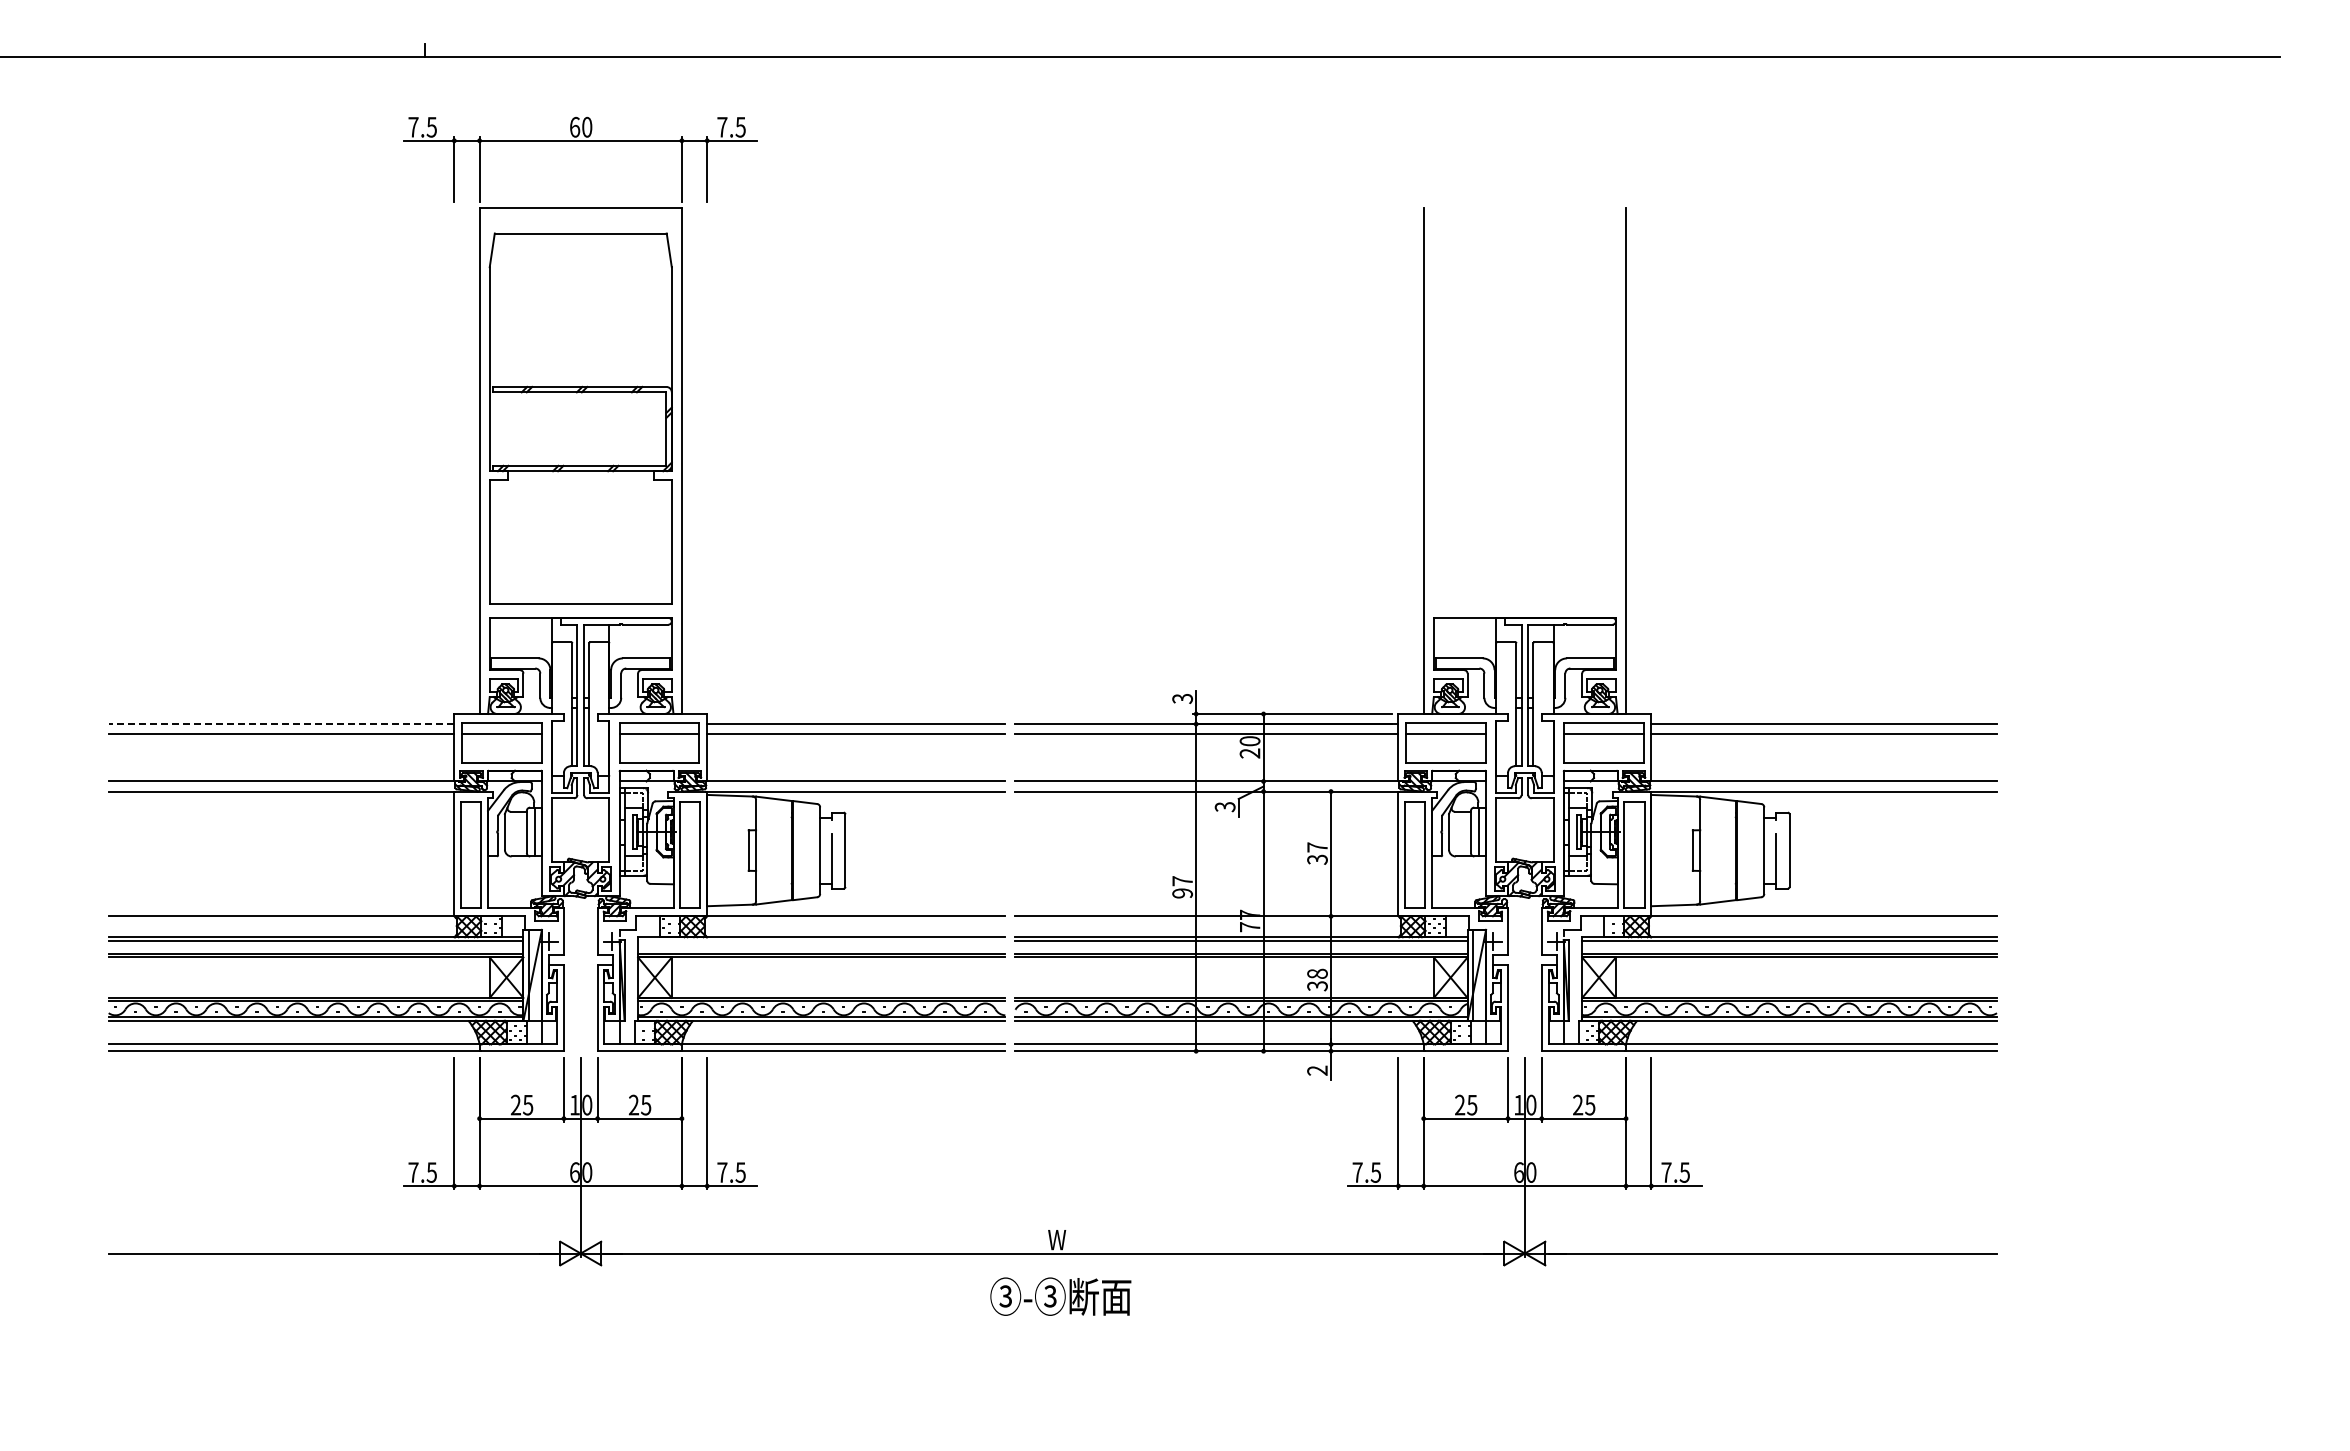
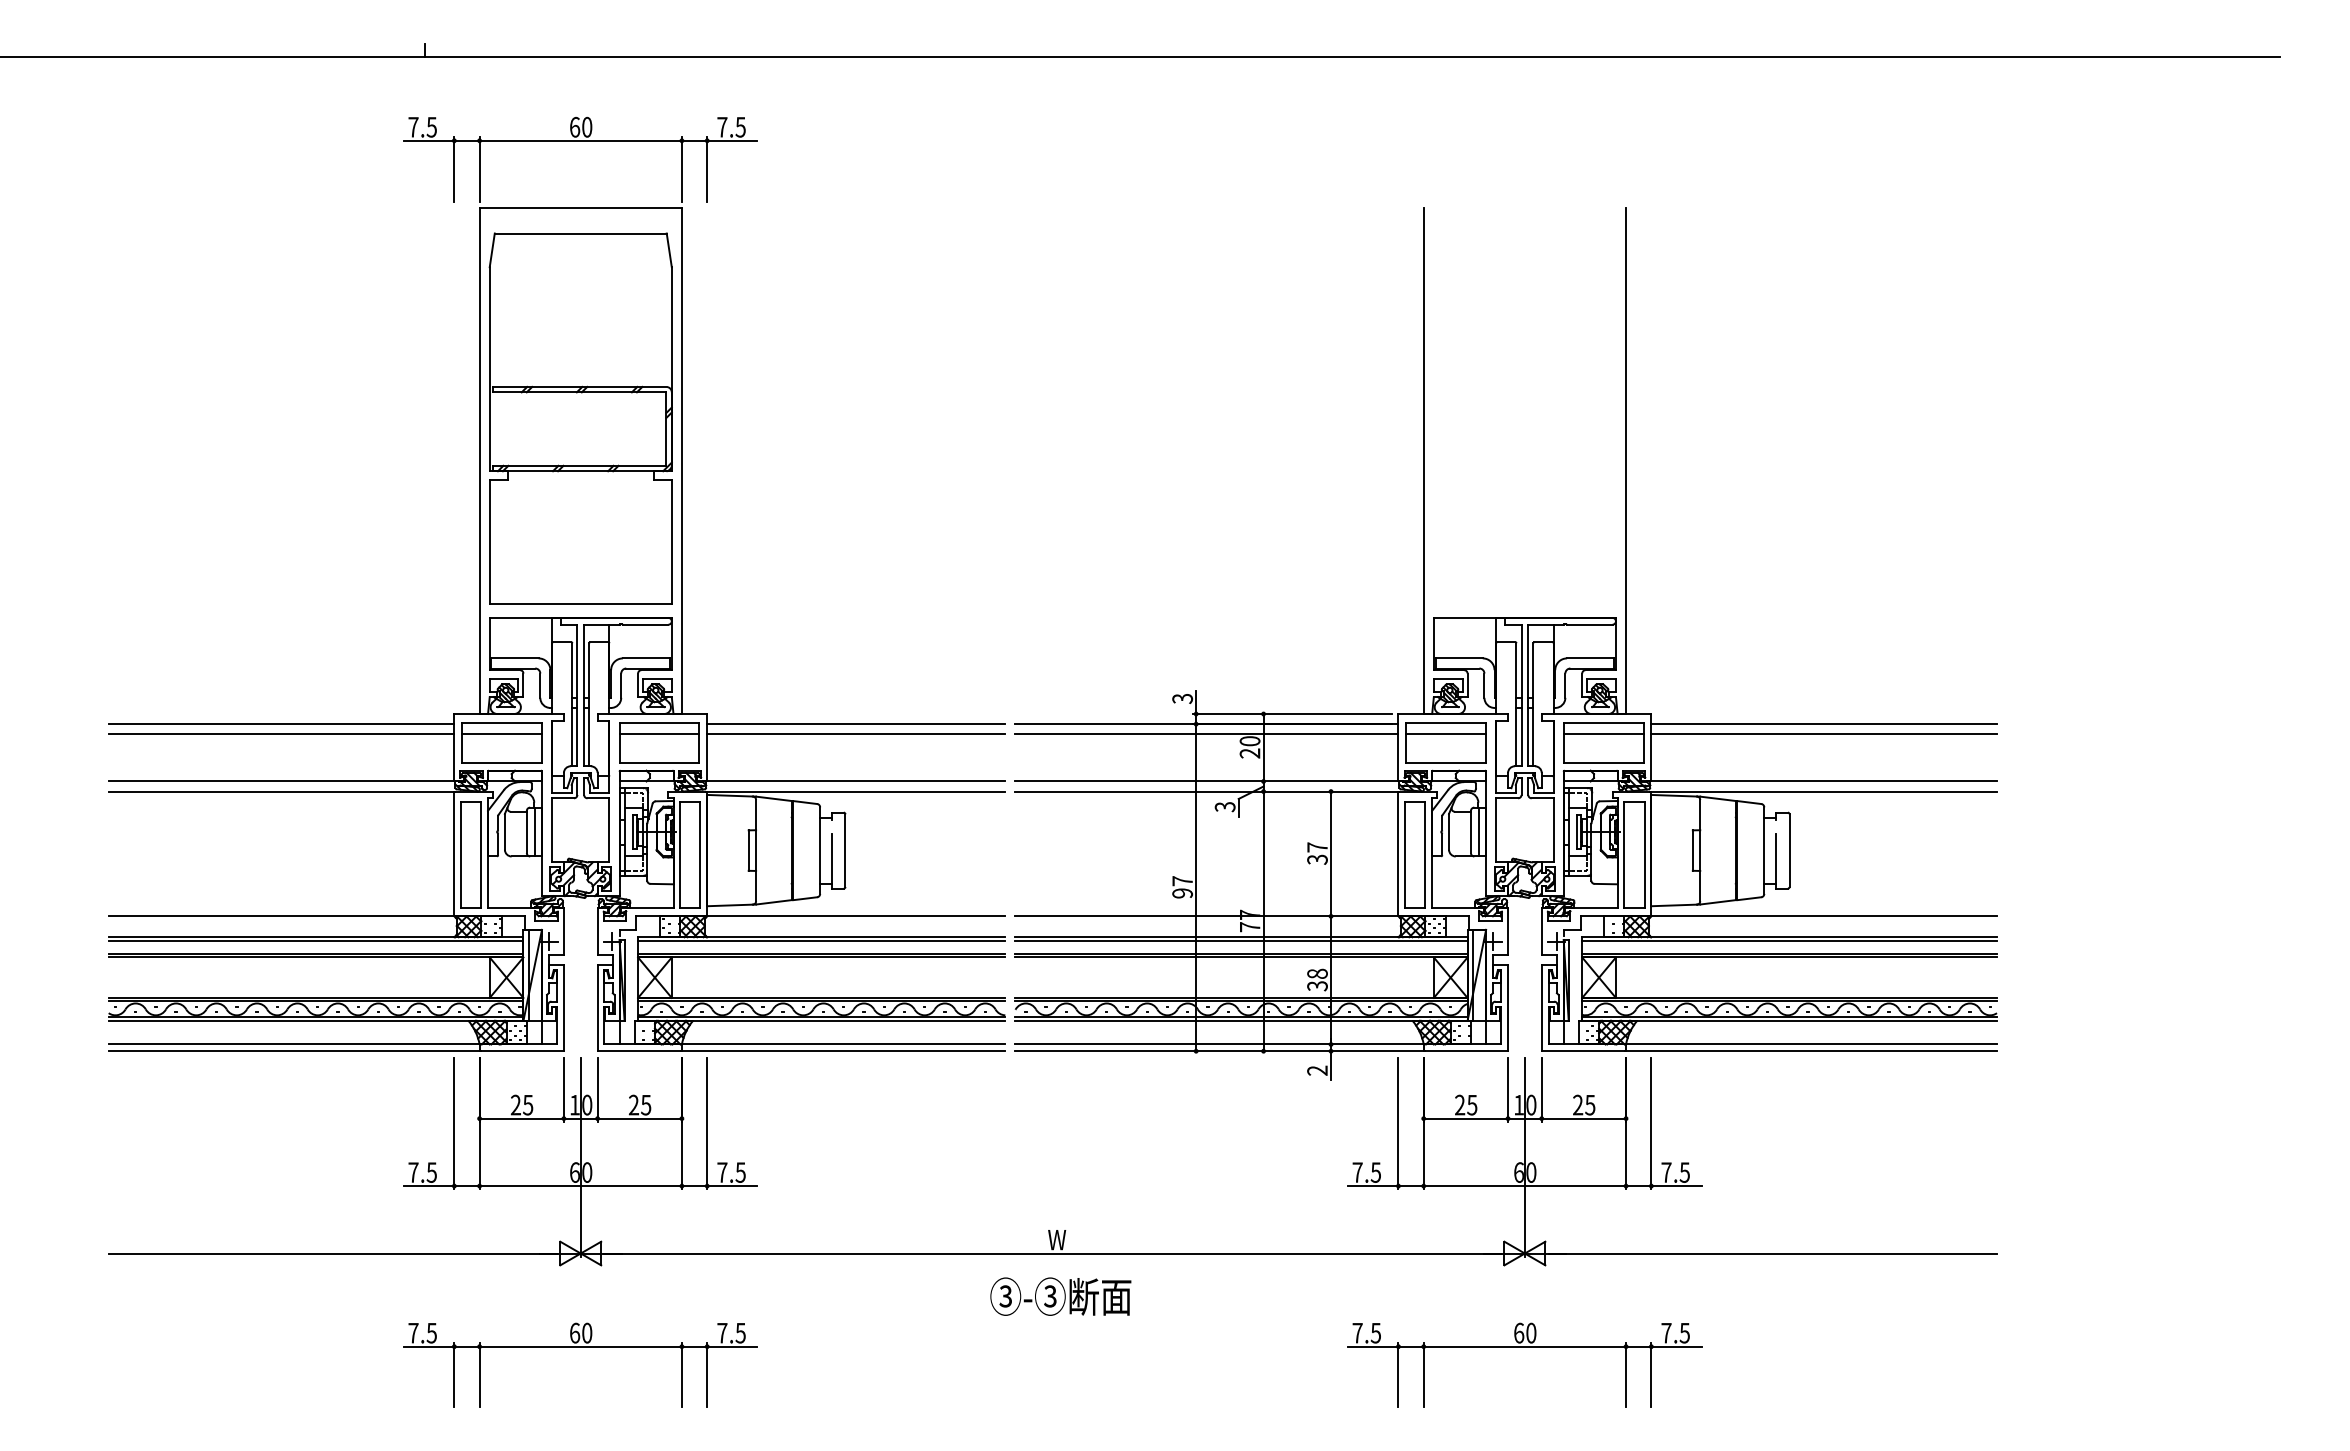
line at (281, 724): dashed -> solid
line at (821, 940): none -> present
part at (580, 1347): none -> present
part at (1524, 1347): none -> present
